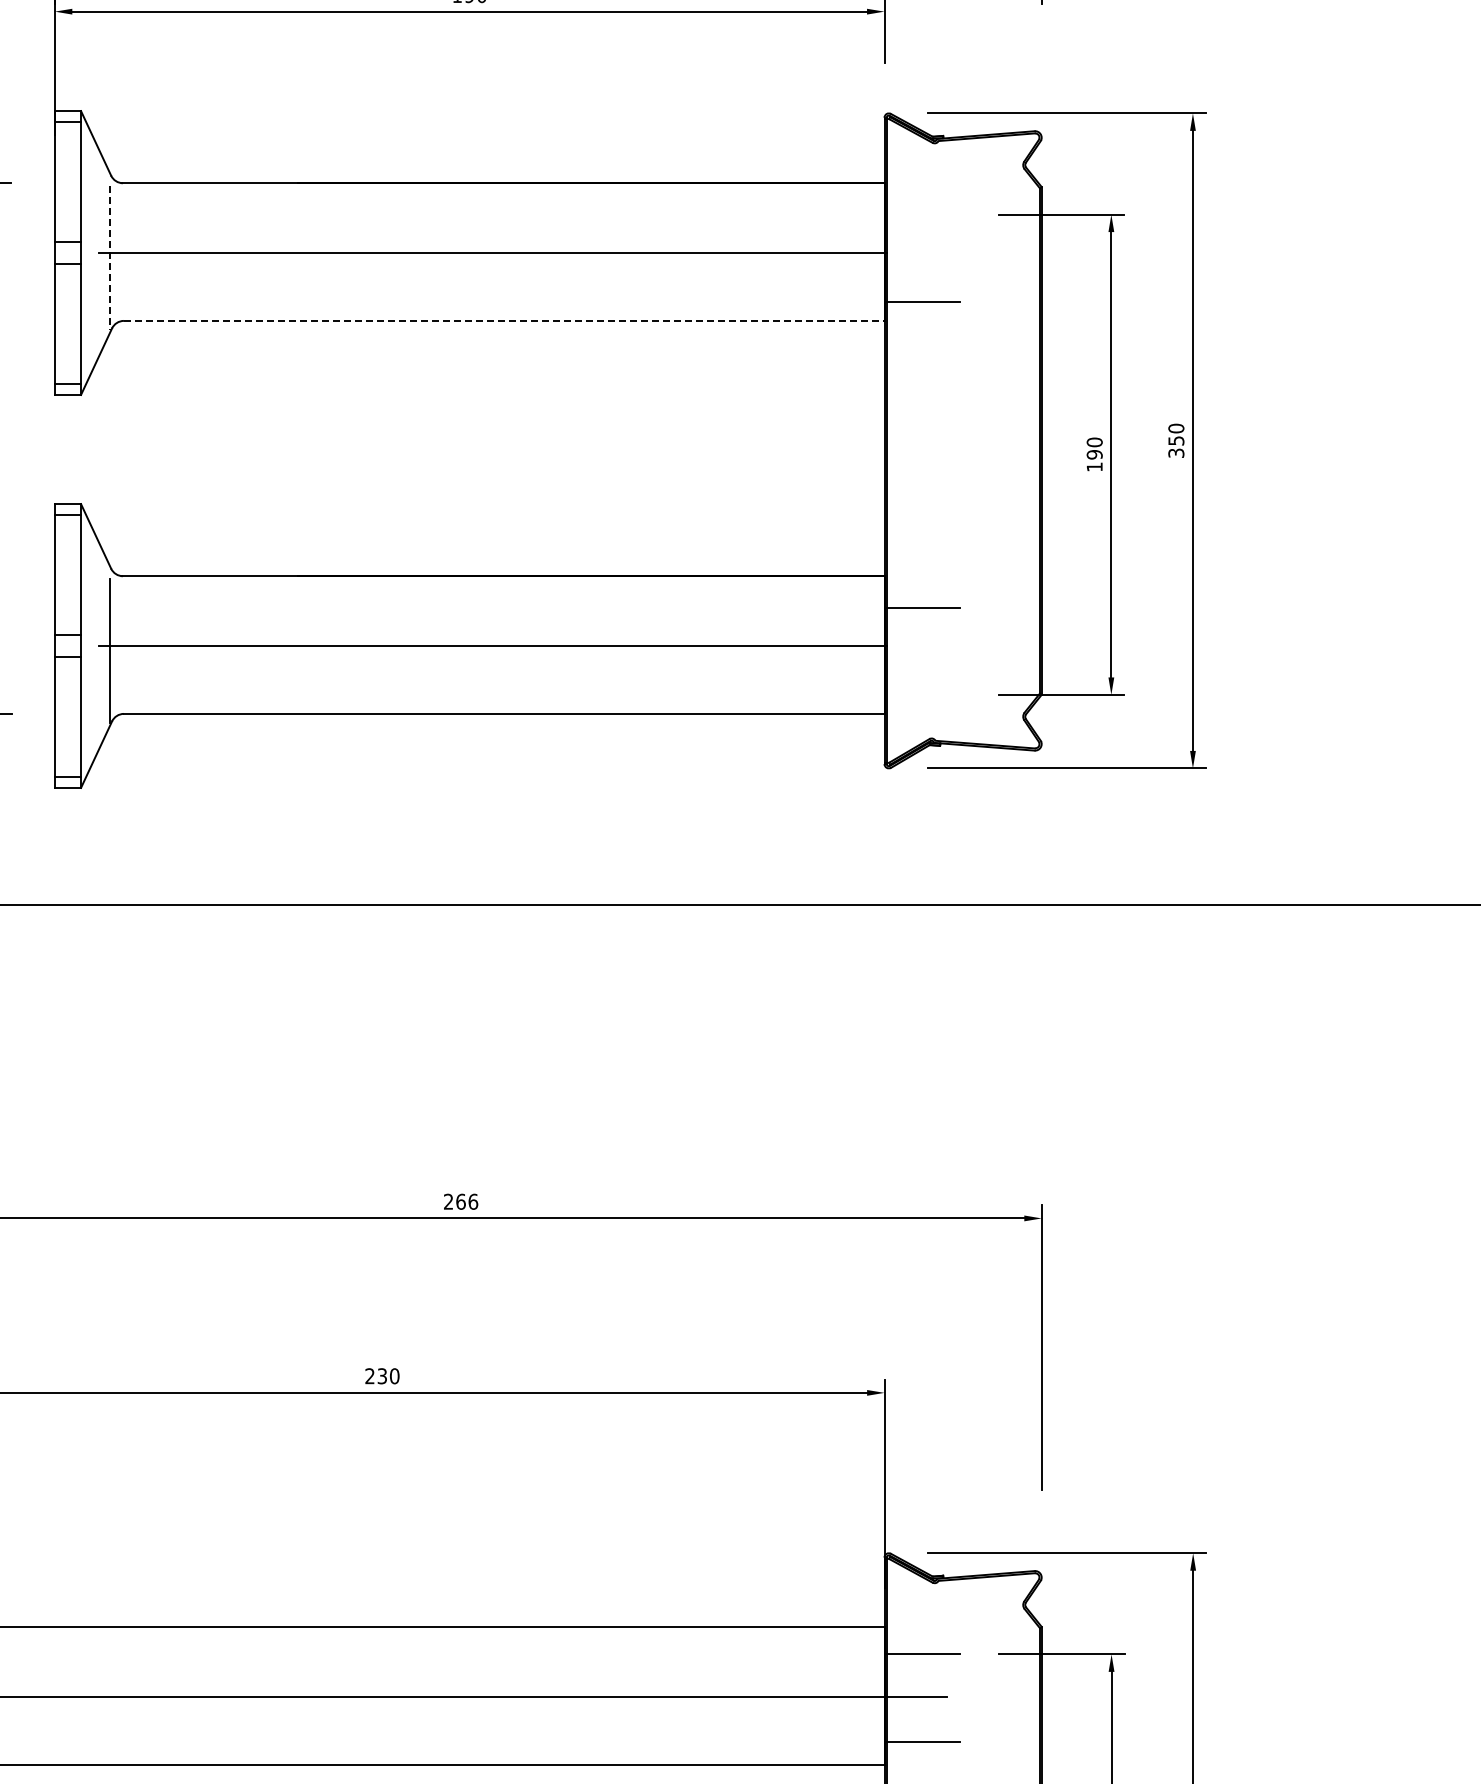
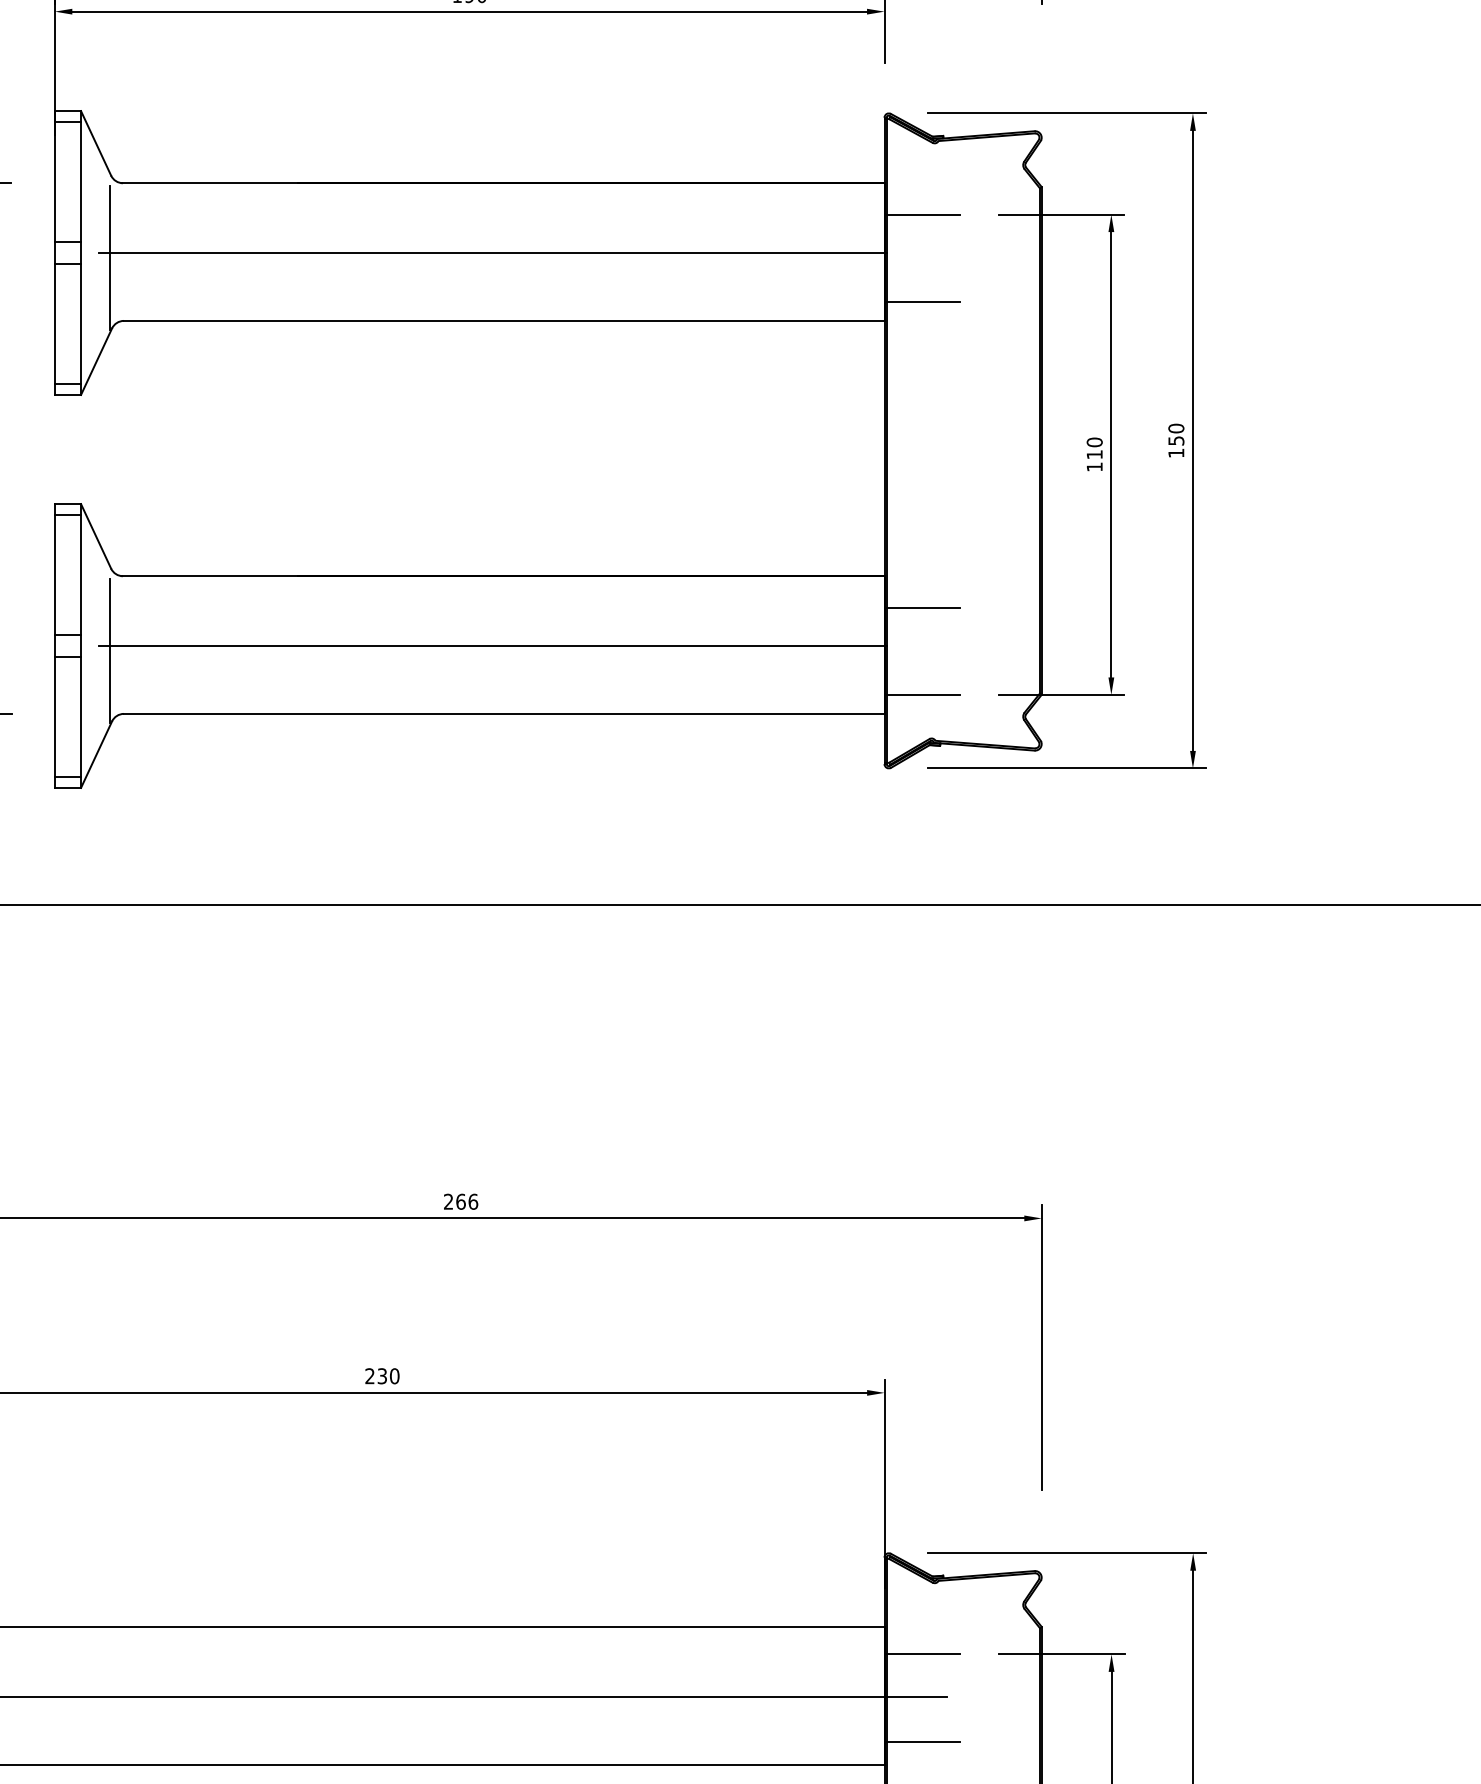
line at (921, 214): none -> present
line at (110, 257): dashed -> solid
line at (504, 320): dashed -> solid
text at (1176, 452): 350 -> 150
text at (1094, 454): 190 -> 110
line at (921, 694): none -> present
